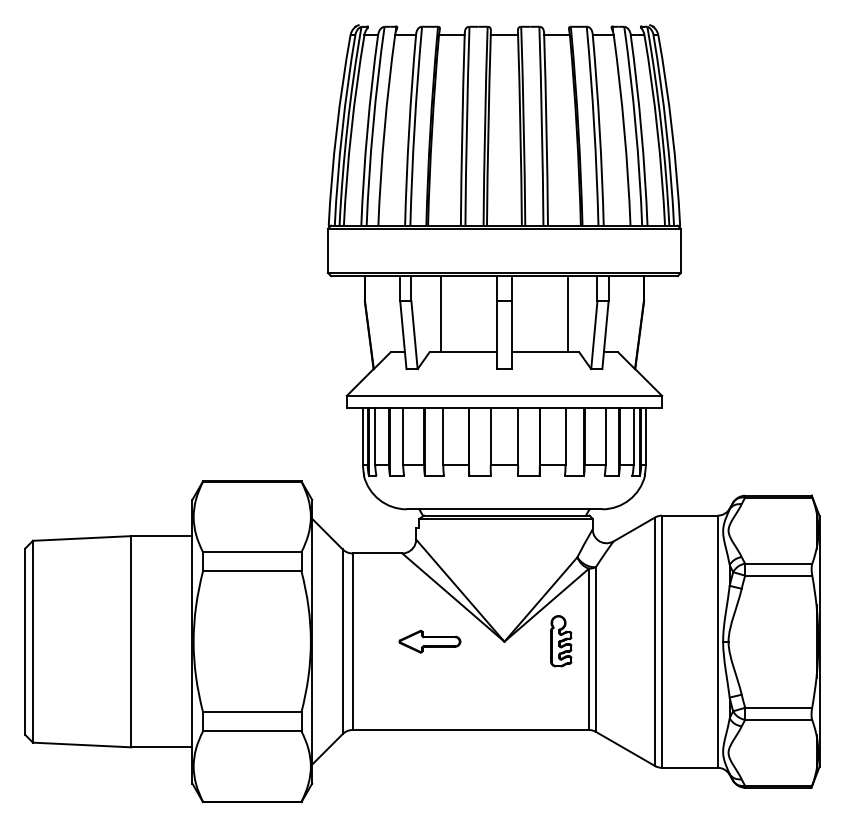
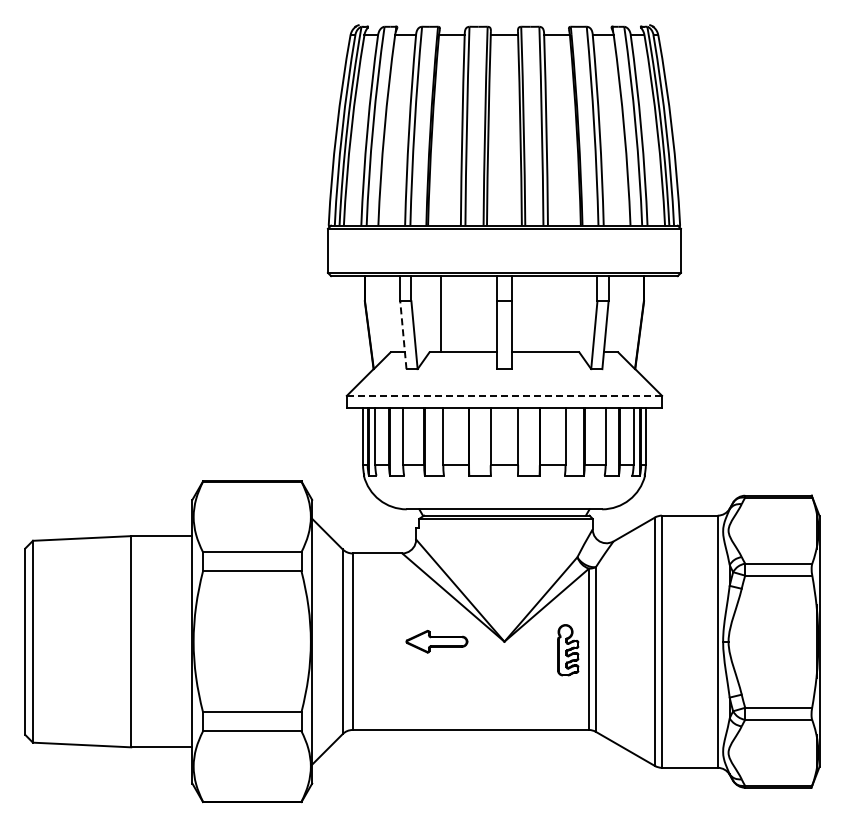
line at (567, 313): present -> none
line at (403, 334): solid -> dashed
line at (504, 395): solid -> dashed
part at (429, 641) position: (429, 641) -> (436, 641)
part at (561, 641) position: (561, 641) -> (568, 650)
